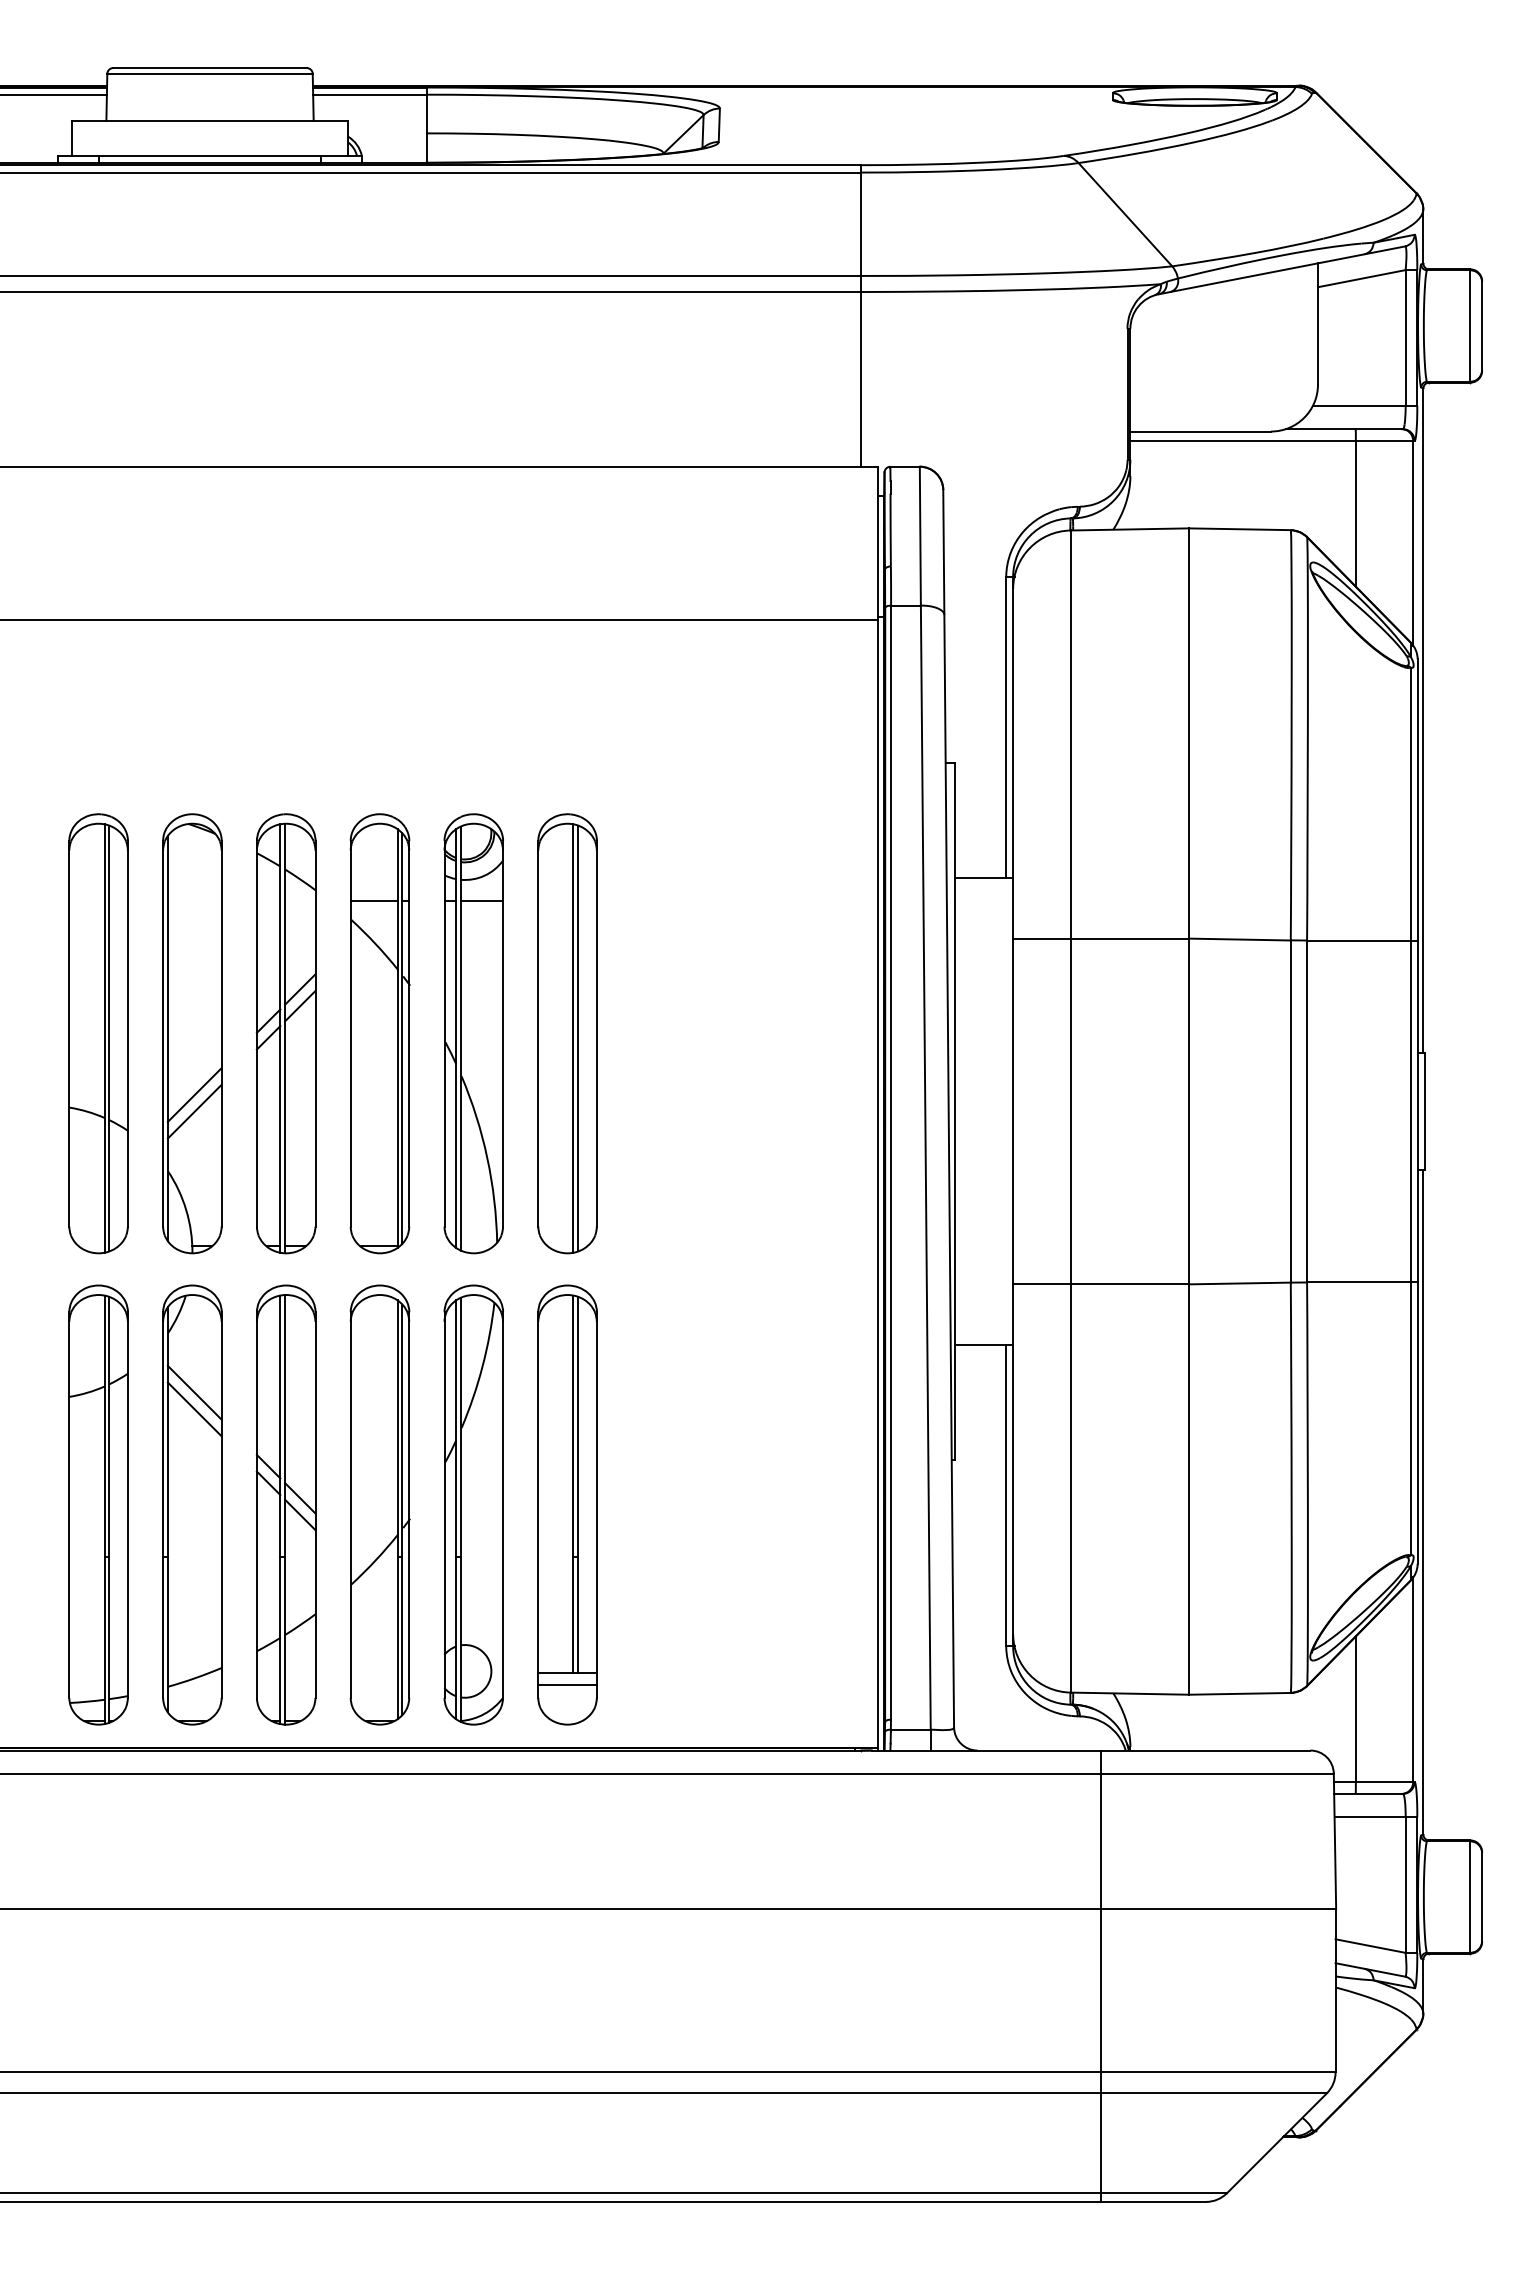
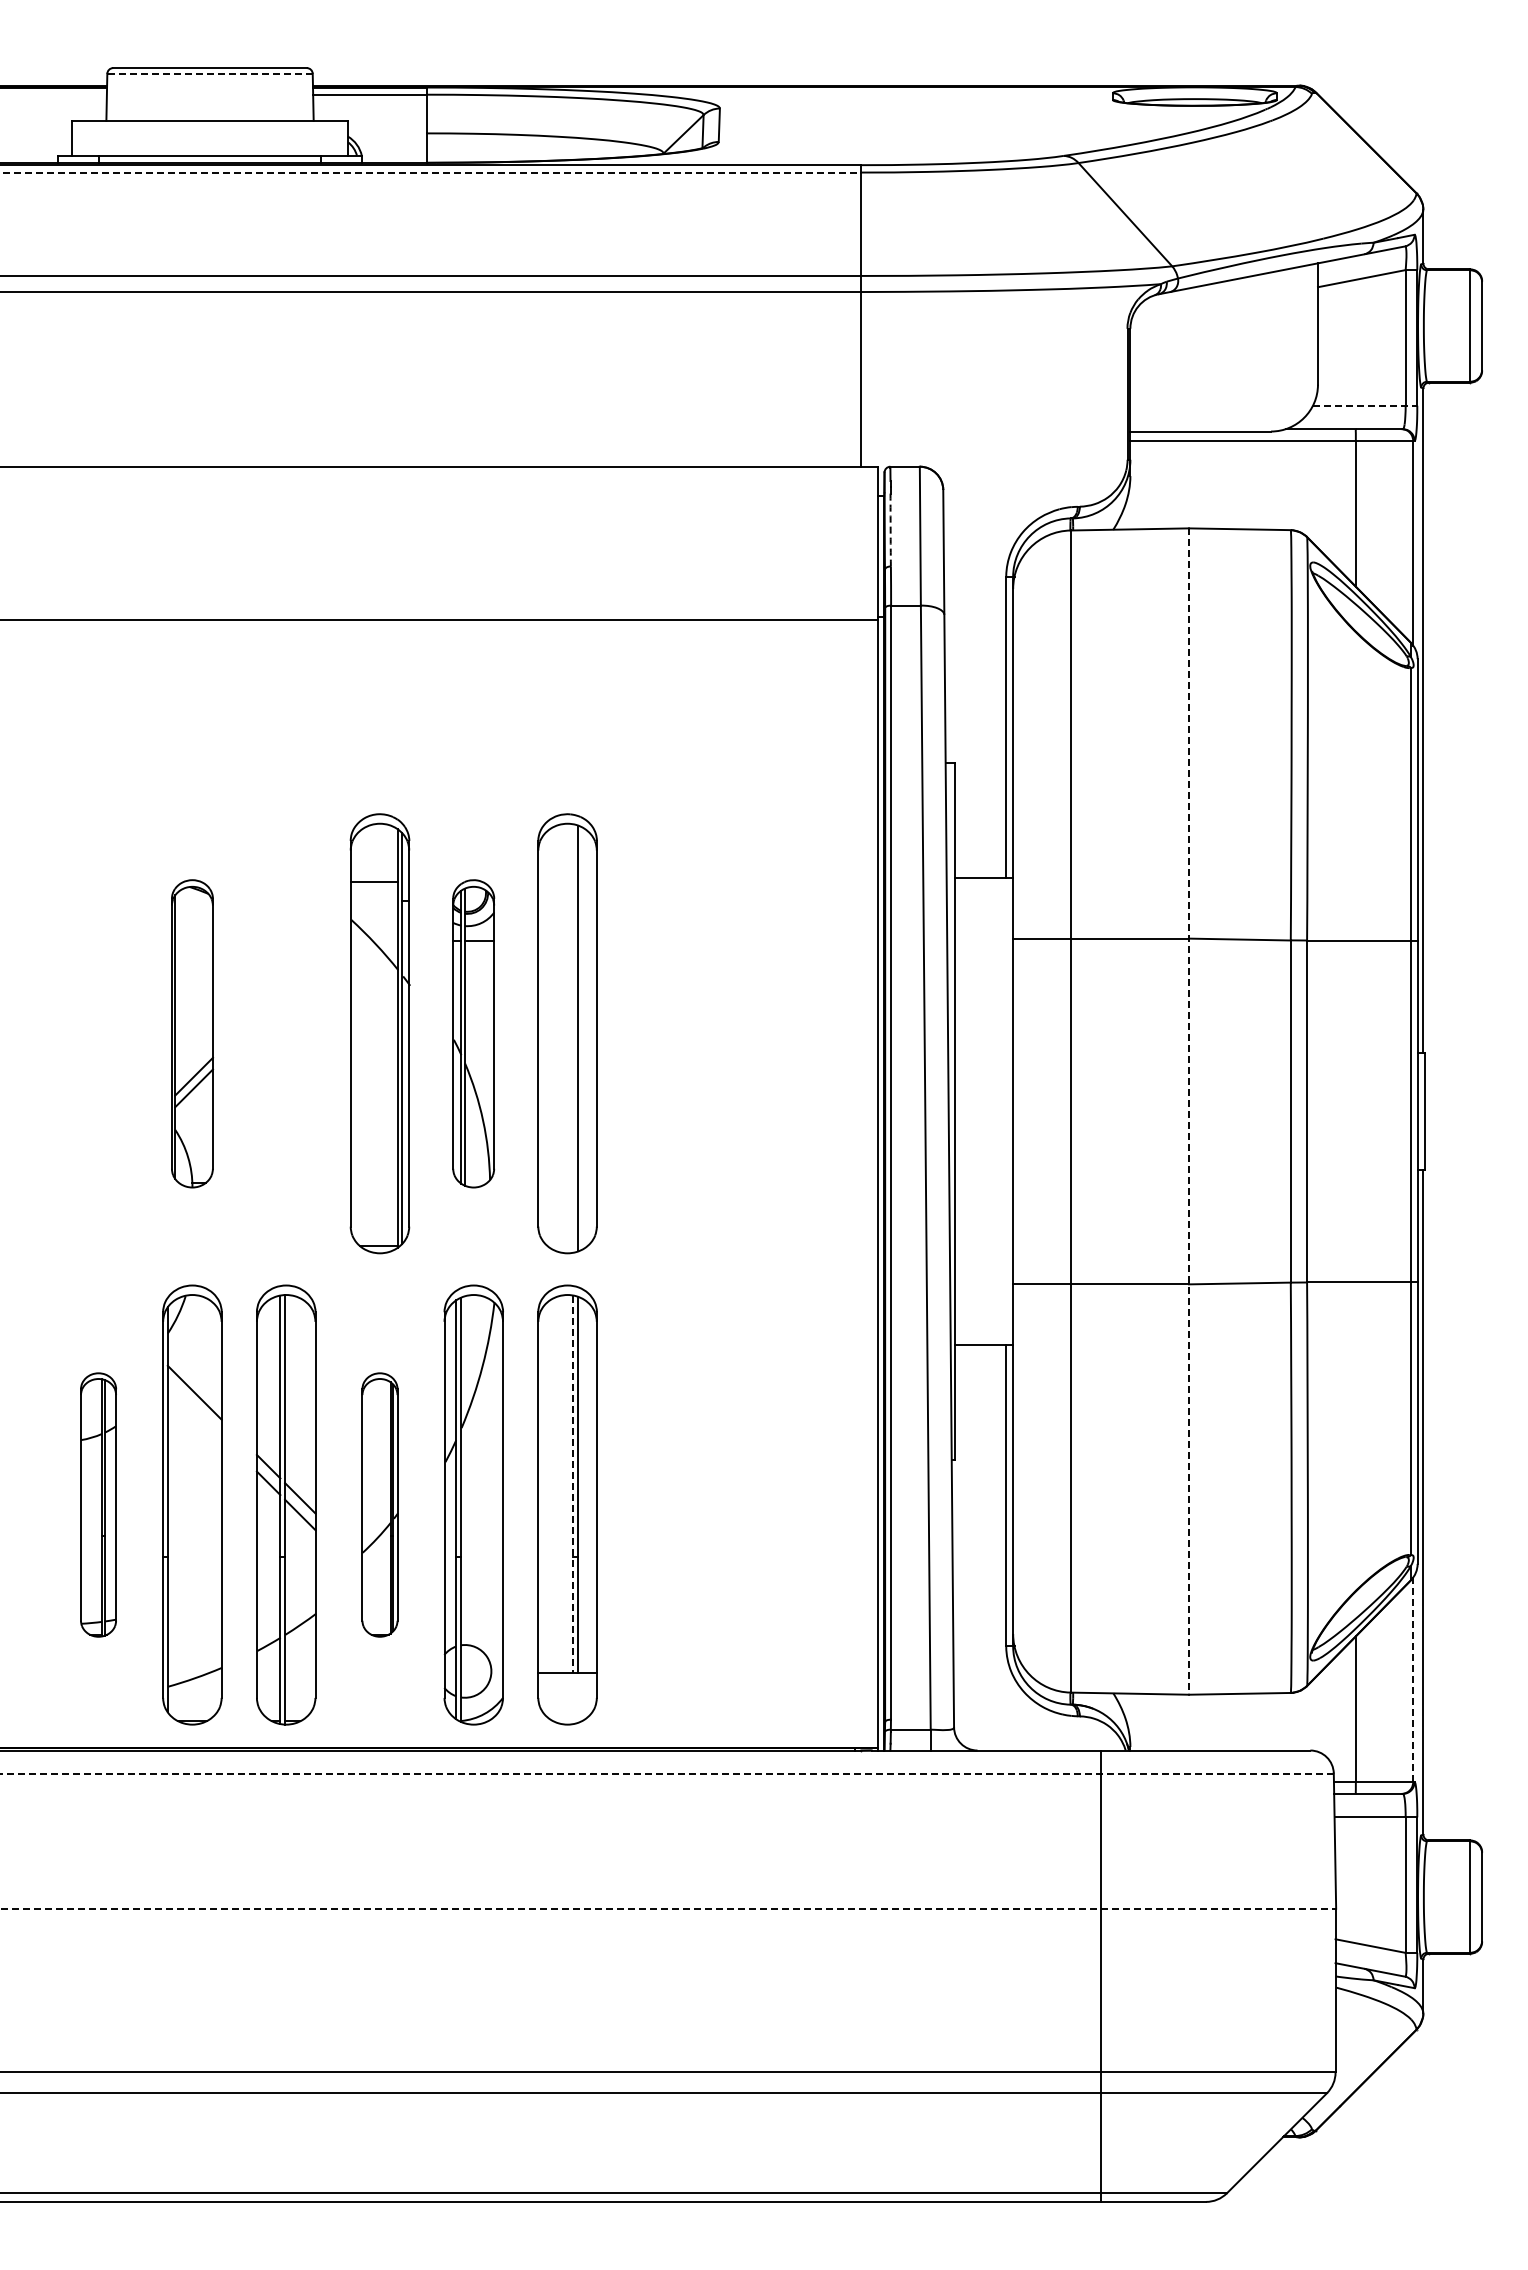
line at (210, 73): solid -> dashed
line at (54, 94): present -> none
line at (430, 172): solid -> dashed
line at (1365, 405): solid -> dashed
arc at (890, 530): solid -> dashed
line at (373, 900) position: (373, 900) -> (373, 881)
part at (98, 1033): present -> none
part at (192, 1033) size: 61x442 px -> 44x310 px
part at (285, 1033): present -> none
part at (473, 1033) size: 61x442 px -> 44x310 px
line at (573, 1038): present -> none
line at (1189, 1112): solid -> dashed
line at (194, 1409): present -> none
line at (573, 1484): solid -> dashed
part at (98, 1504) size: 61x442 px -> 37x266 px
part at (379, 1504) size: 62x442 px -> 38x266 px
line at (1413, 1679): solid -> dashed
line at (567, 1684): present -> none
line at (666, 1773): solid -> dashed
line at (668, 1908): solid -> dashed
